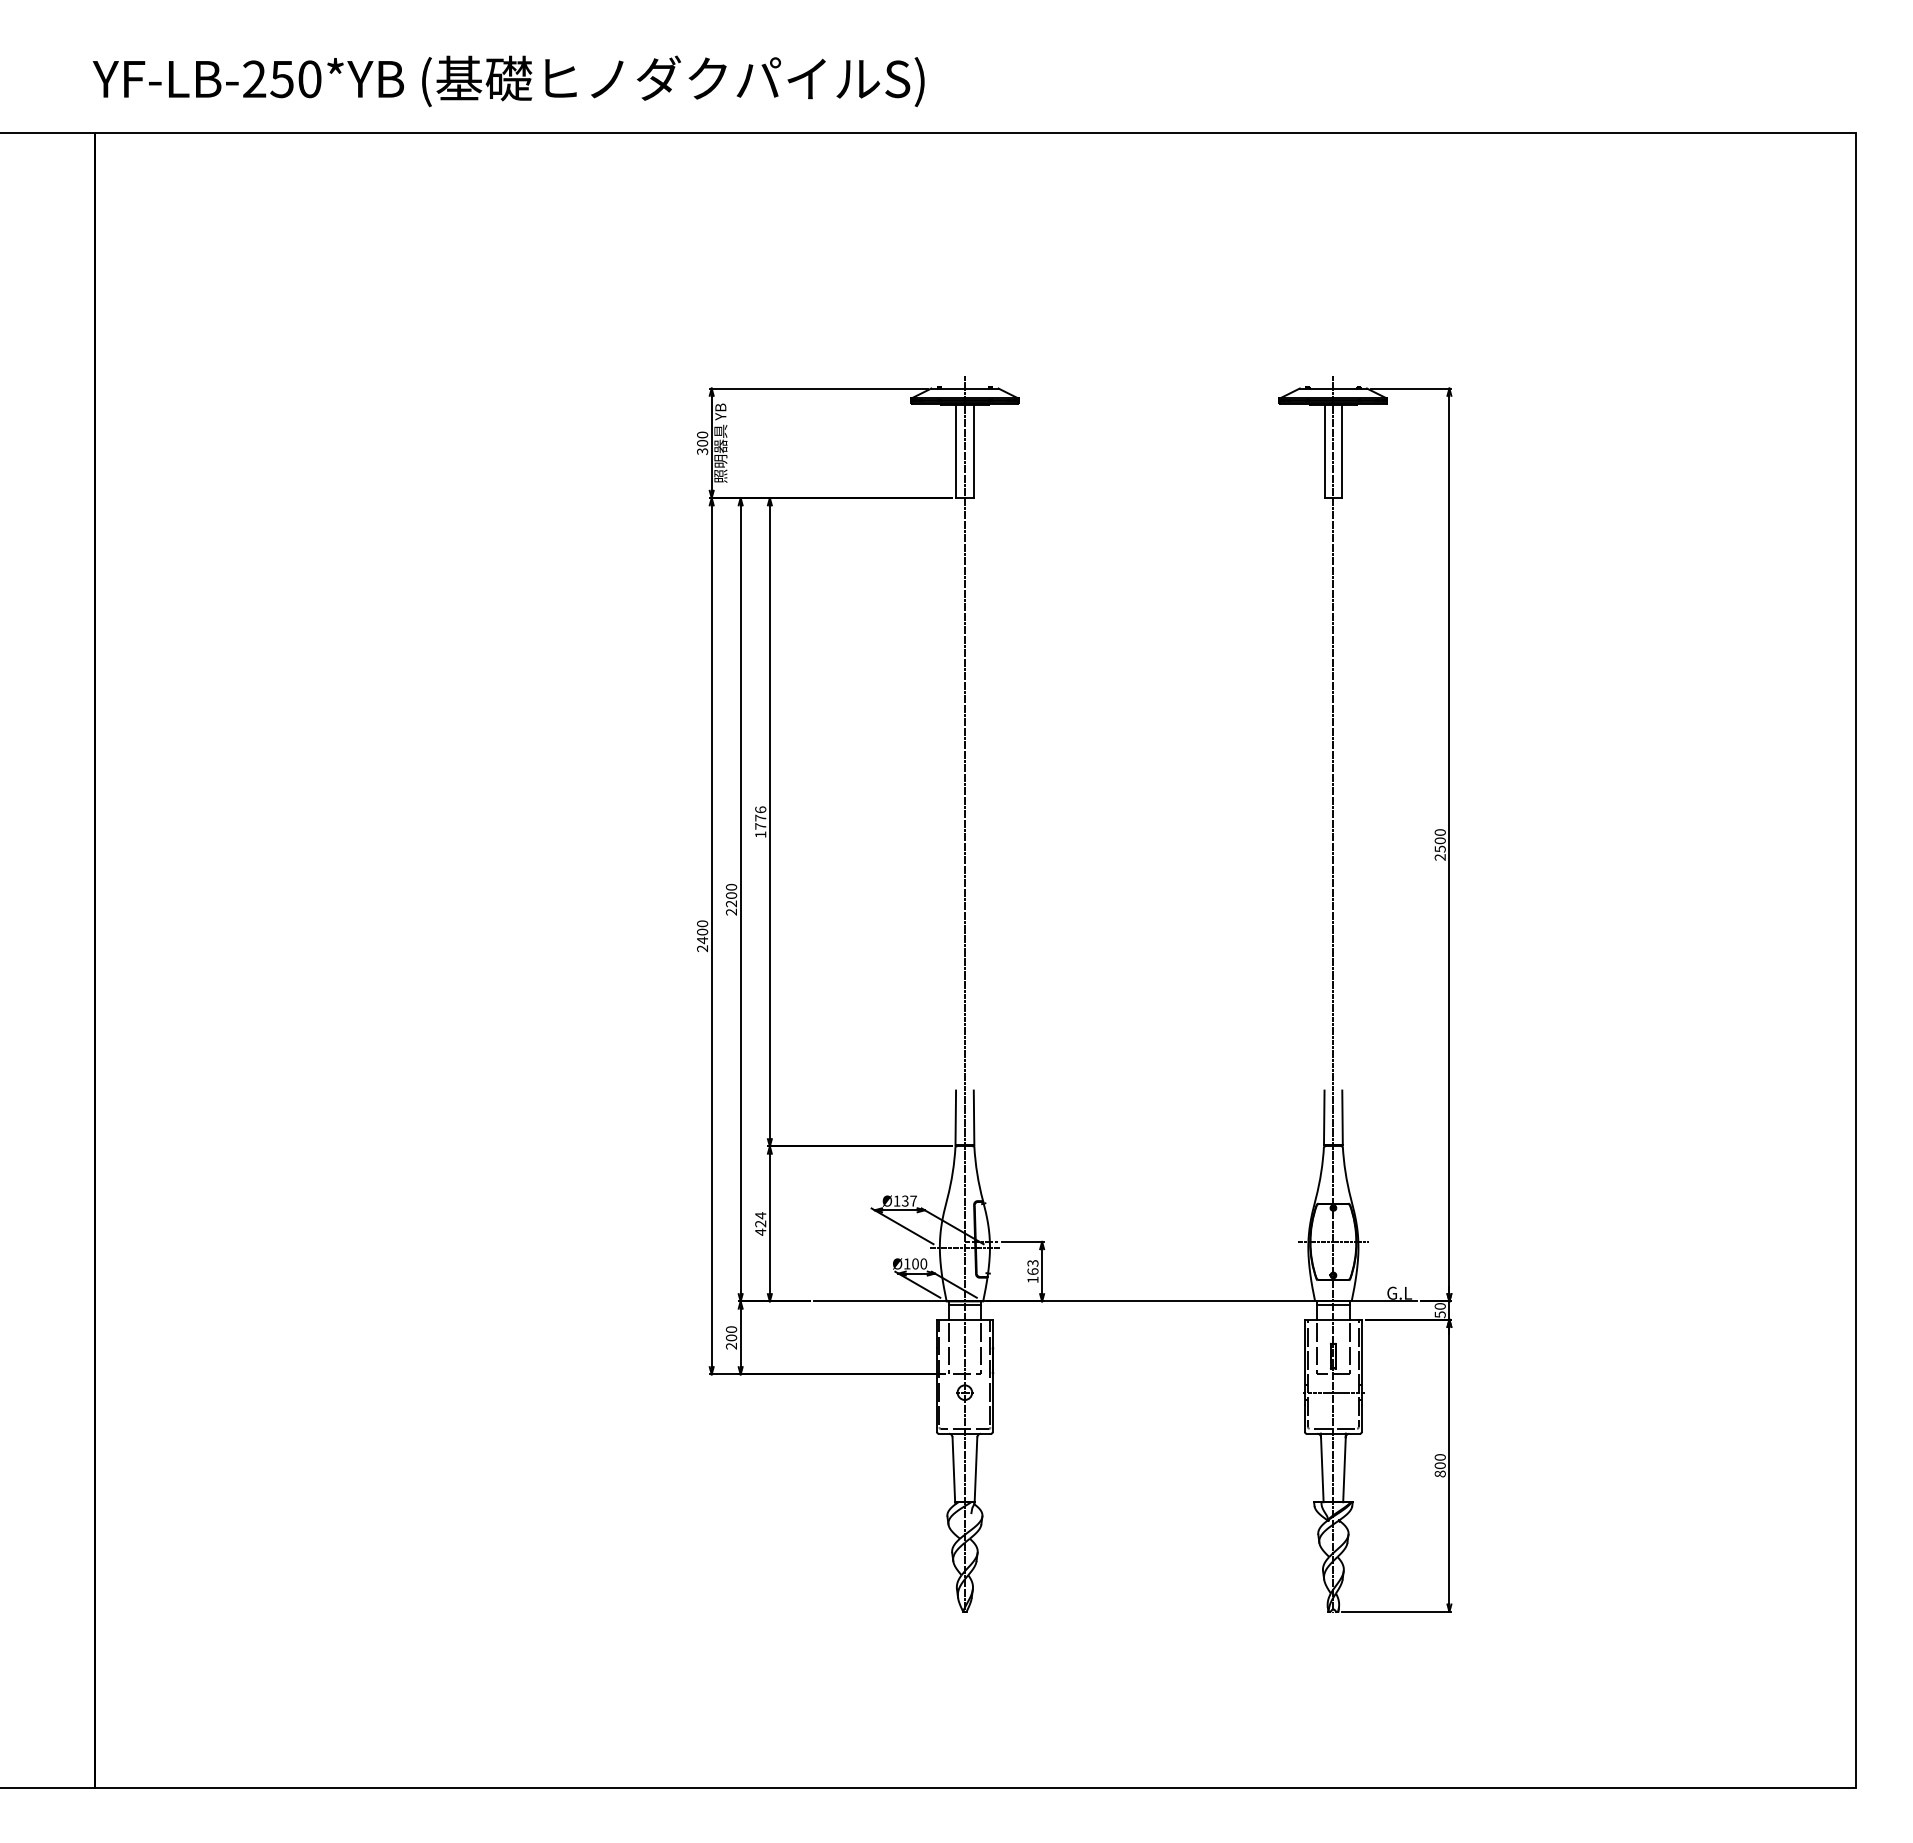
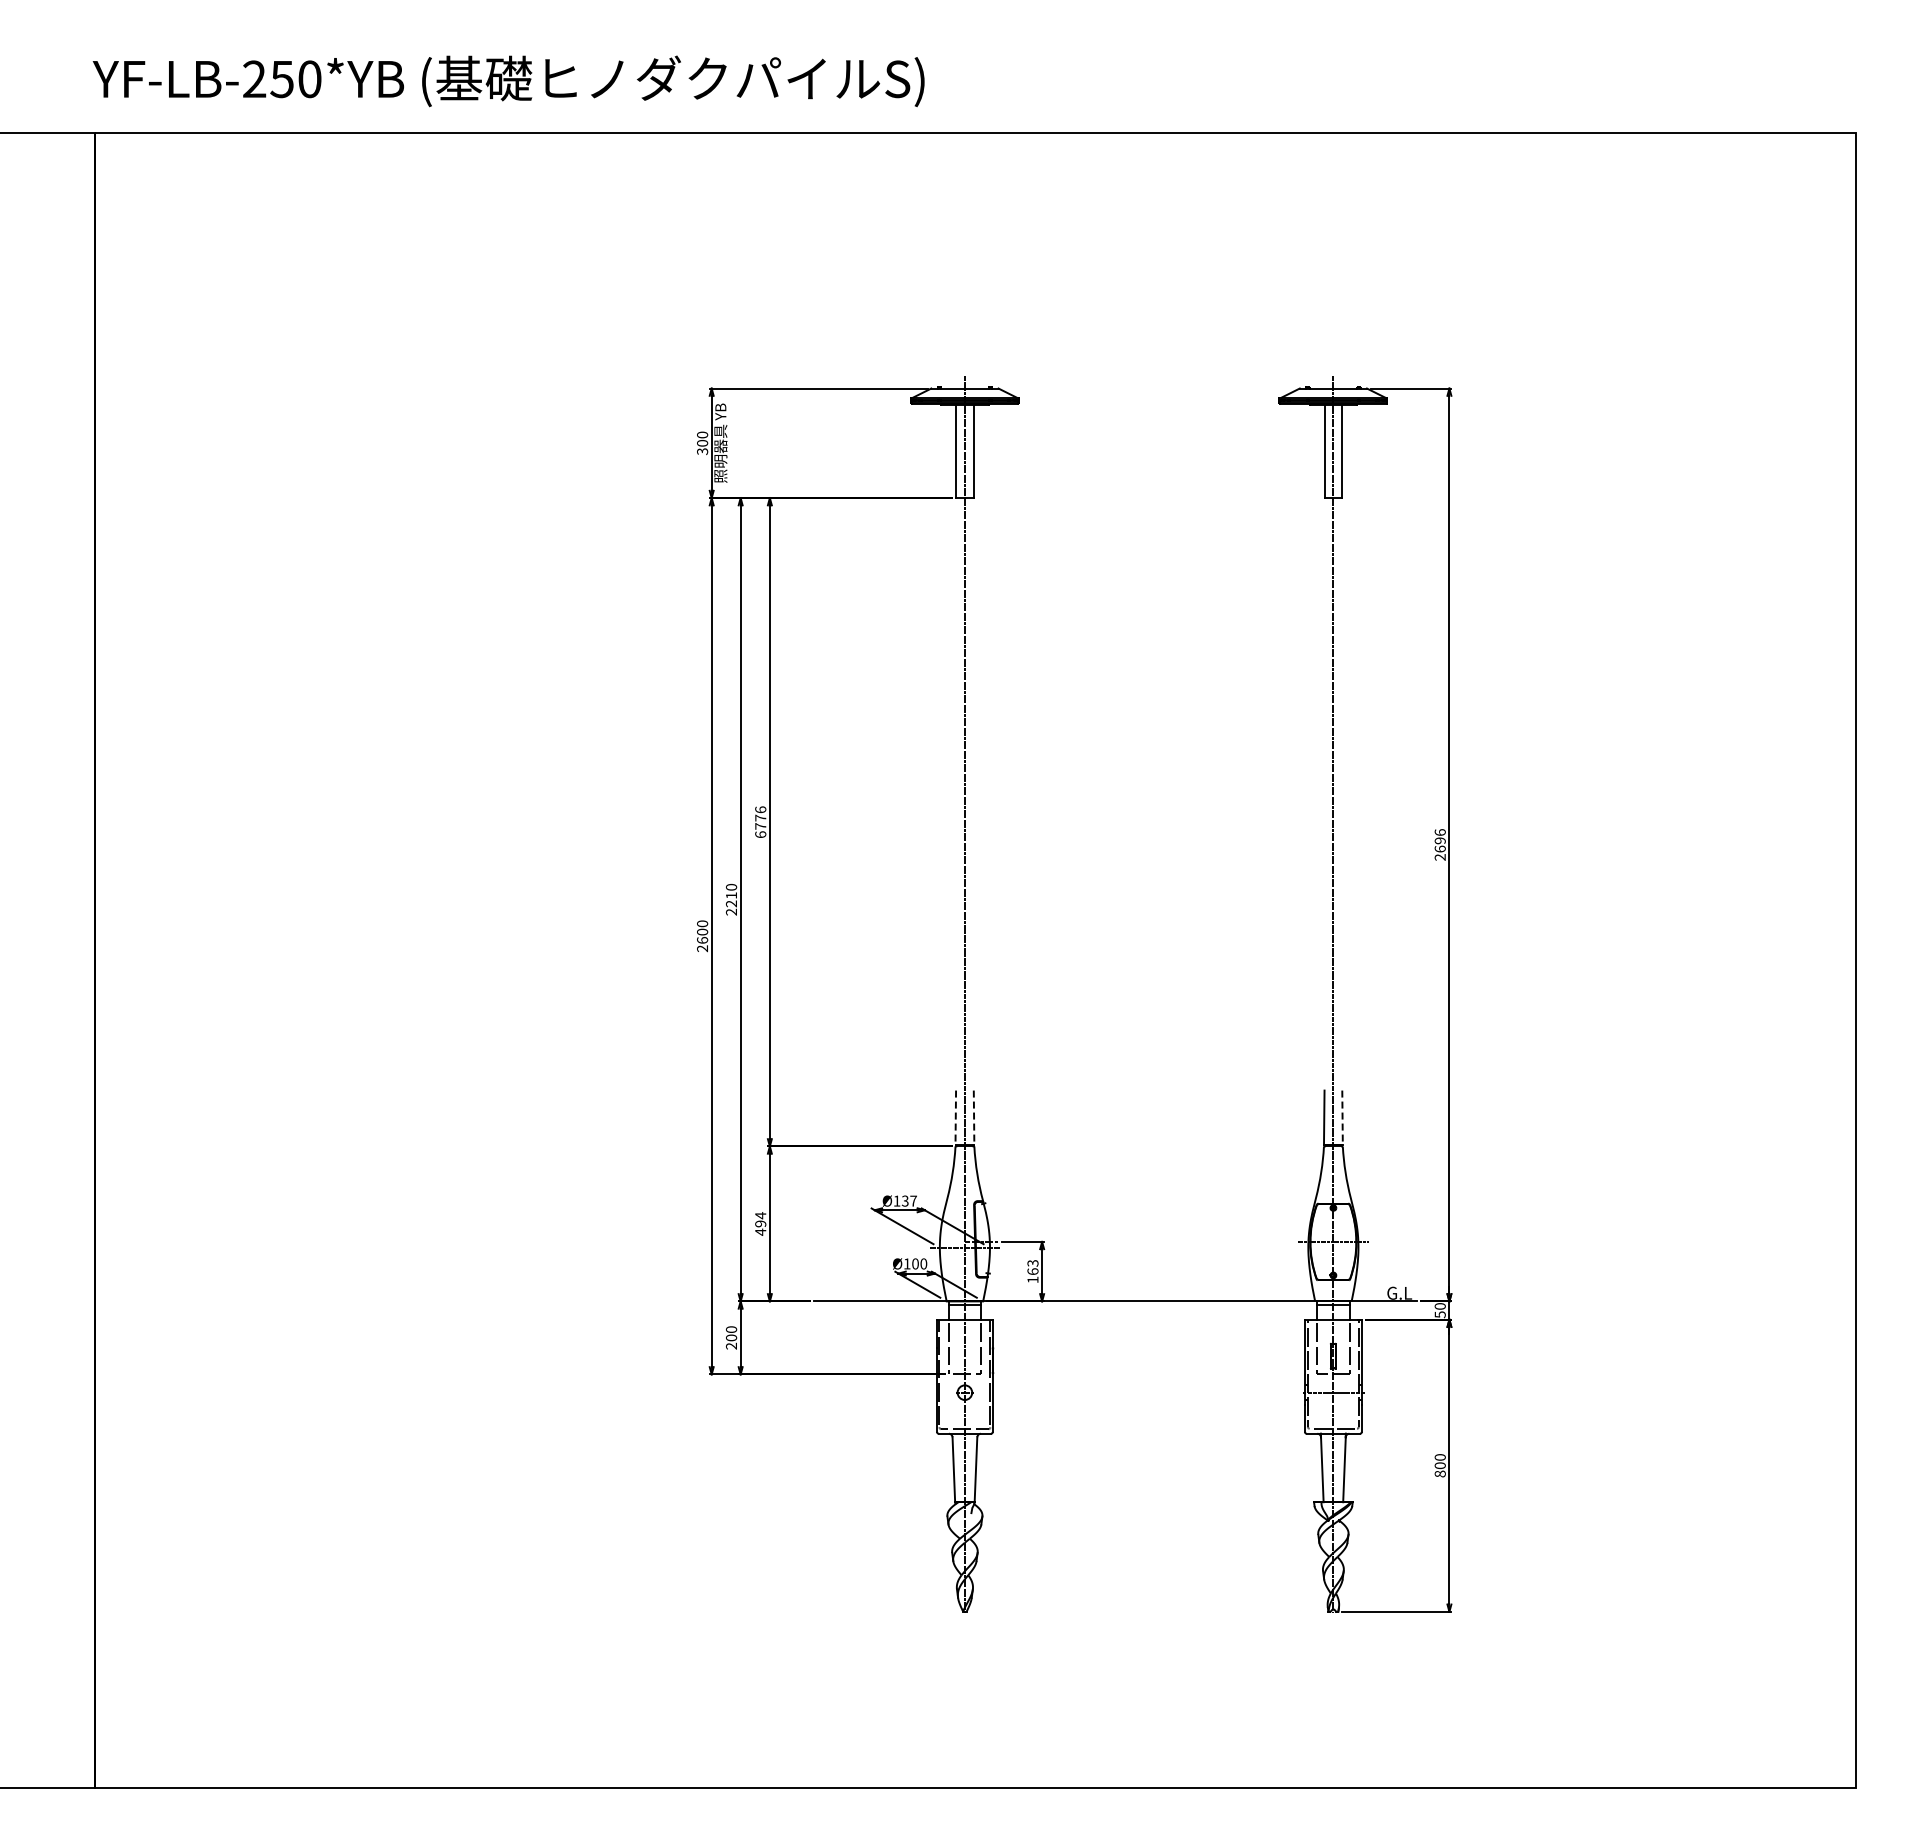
text at (760, 834): 1776 -> 6776
text at (1439, 840): 2500 -> 2696
text at (731, 895): 2200 -> 2210
text at (702, 940): 2400 -> 2600
line at (955, 1118): solid -> dashed
line at (974, 1118): solid -> dashed
line at (1342, 1118): solid -> dashed
text at (760, 1223): 424 -> 494
